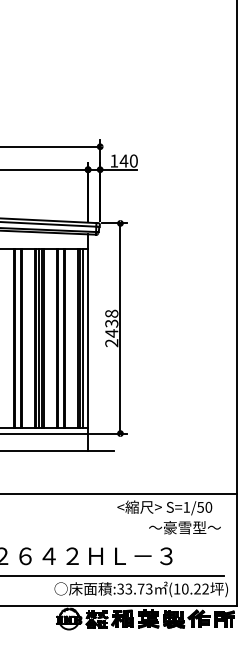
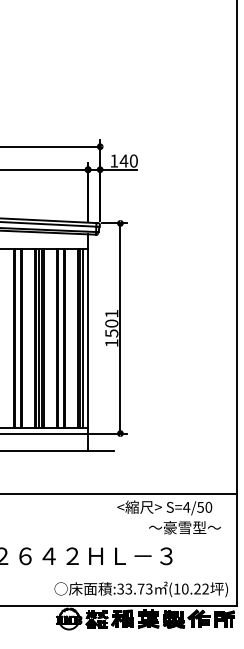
text at (111, 328): 2438 -> 1501
text at (186, 507): S=1/50 -> S=4/50
line at (112, 576): present -> none
